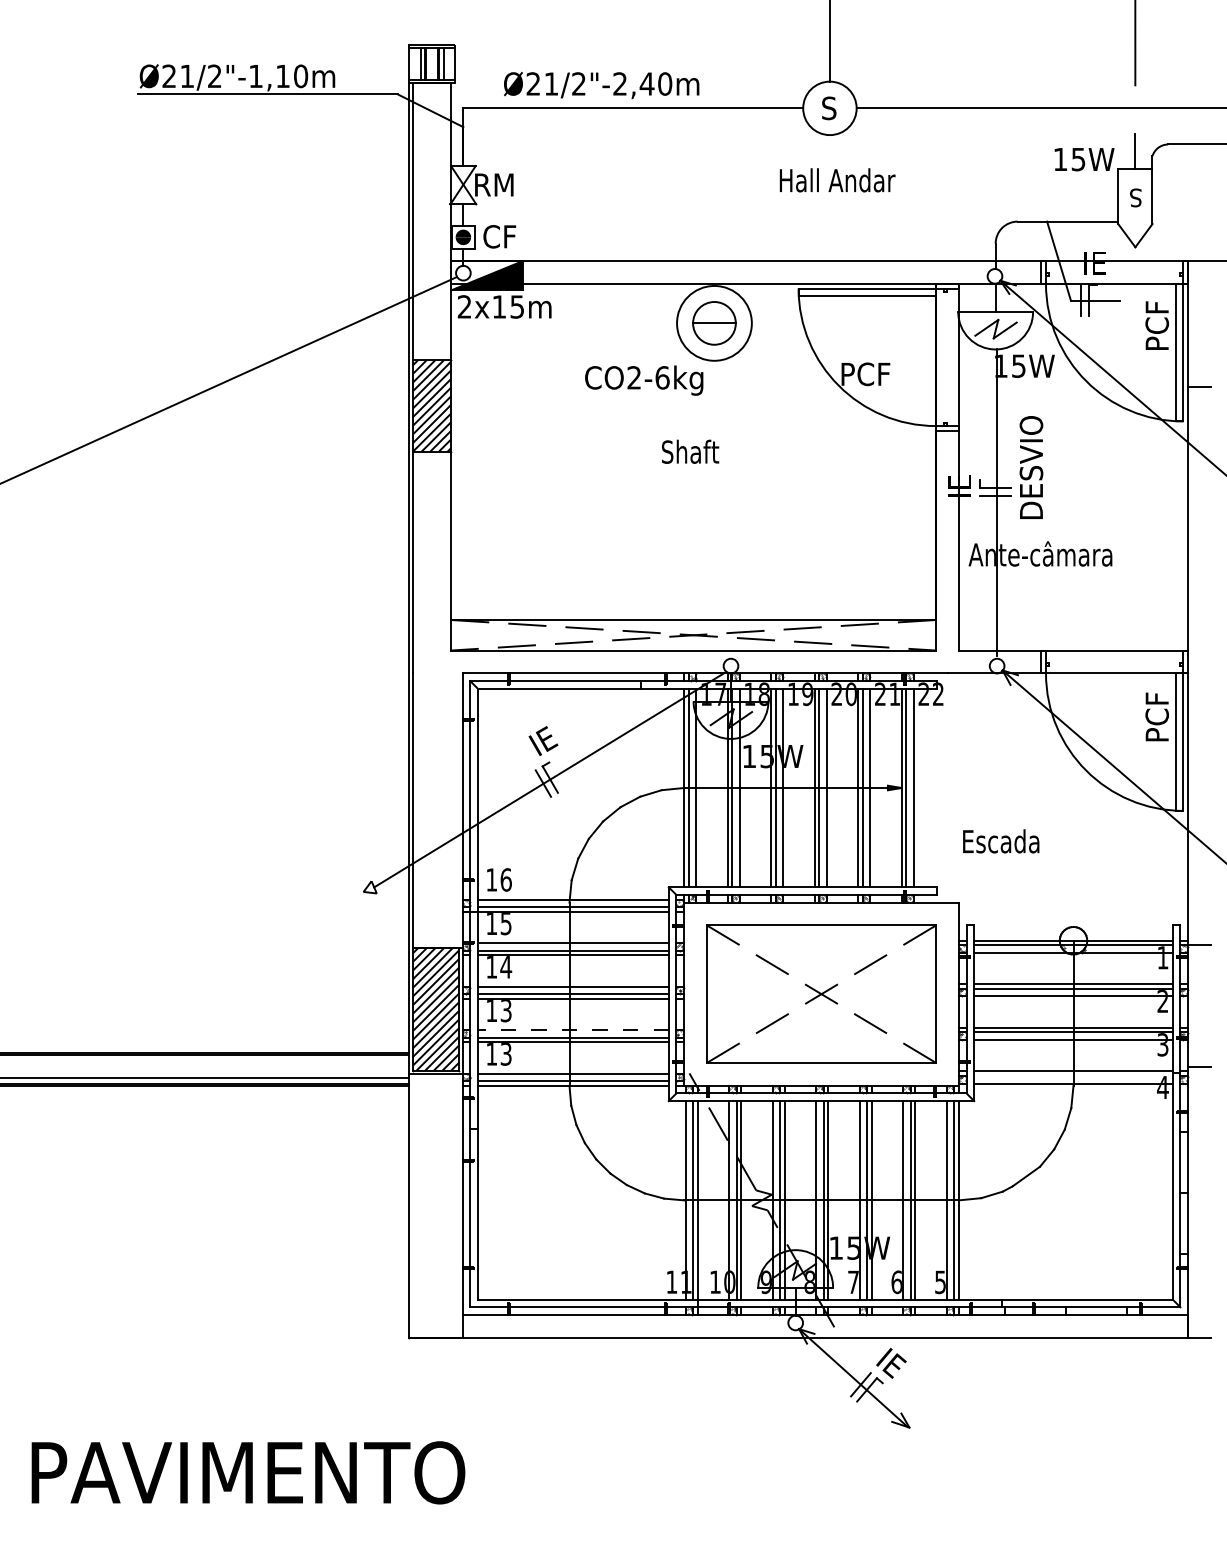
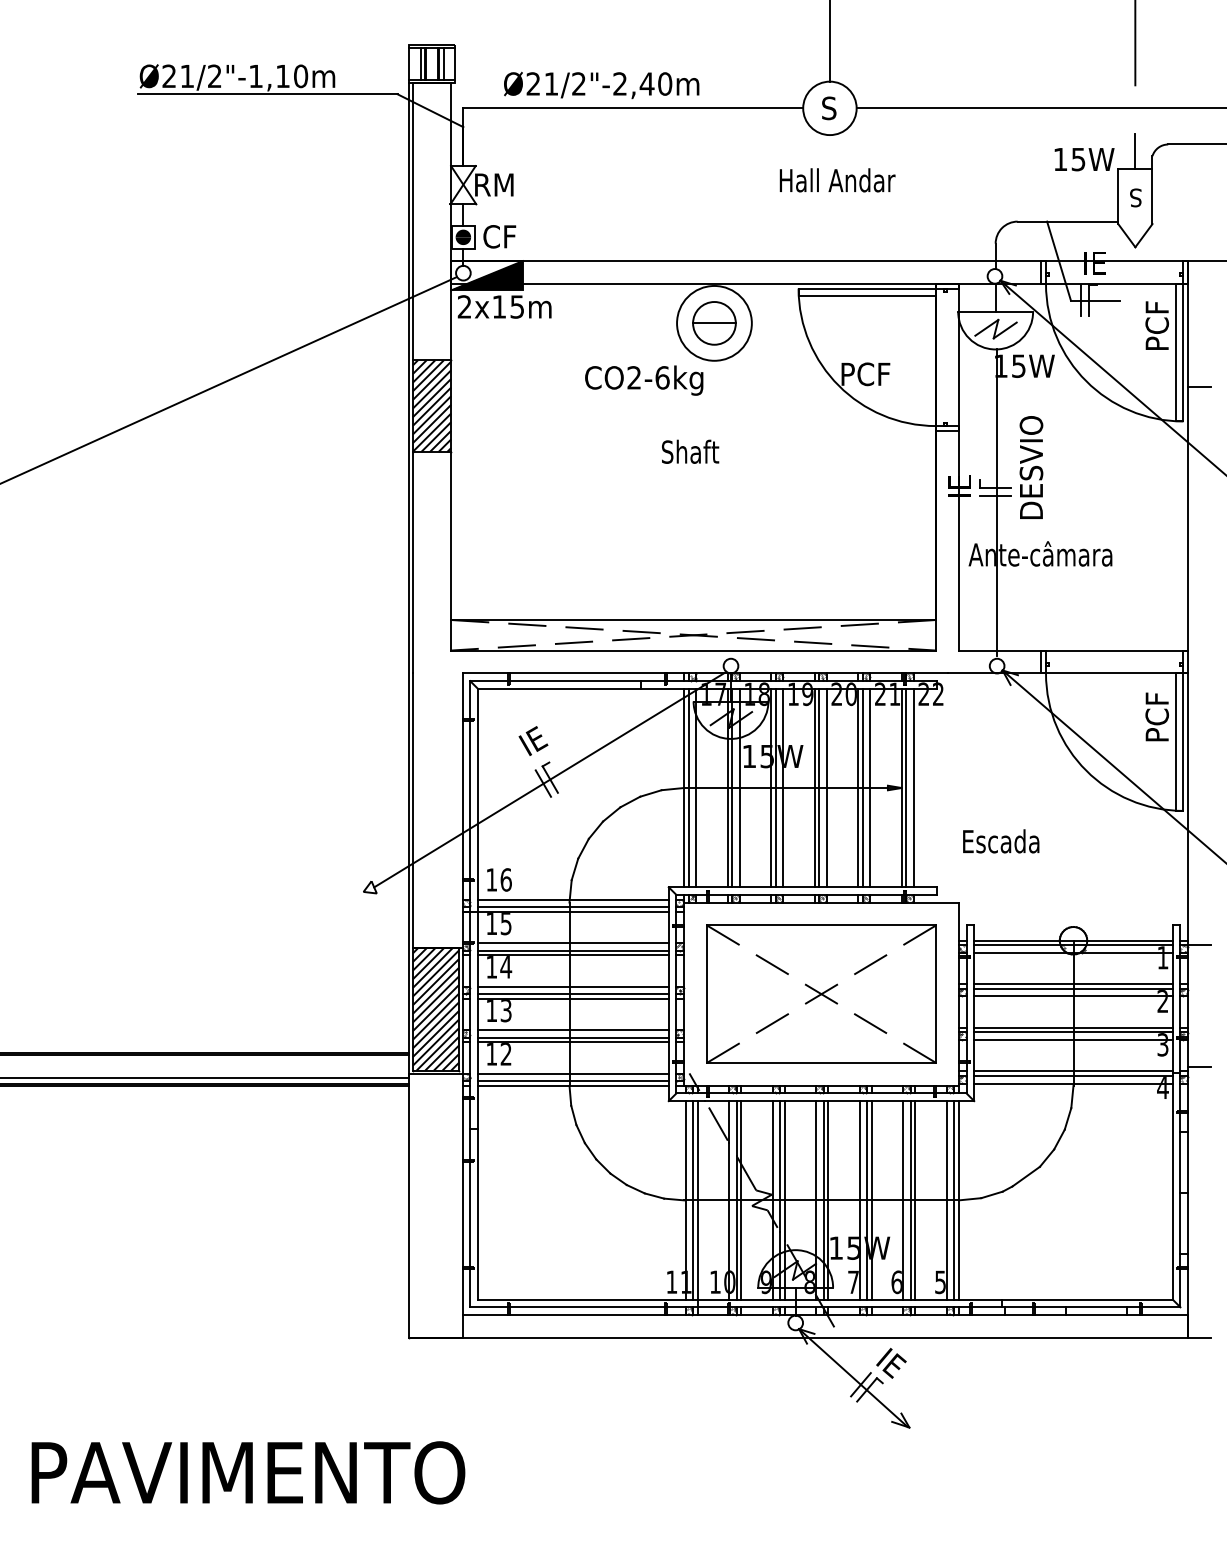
text at (543, 740) position: (543, 740) -> (533, 740)
line at (572, 1030): dashed -> solid
text at (505, 1054): 13 -> 12
line at (1073, 1075): none -> present
